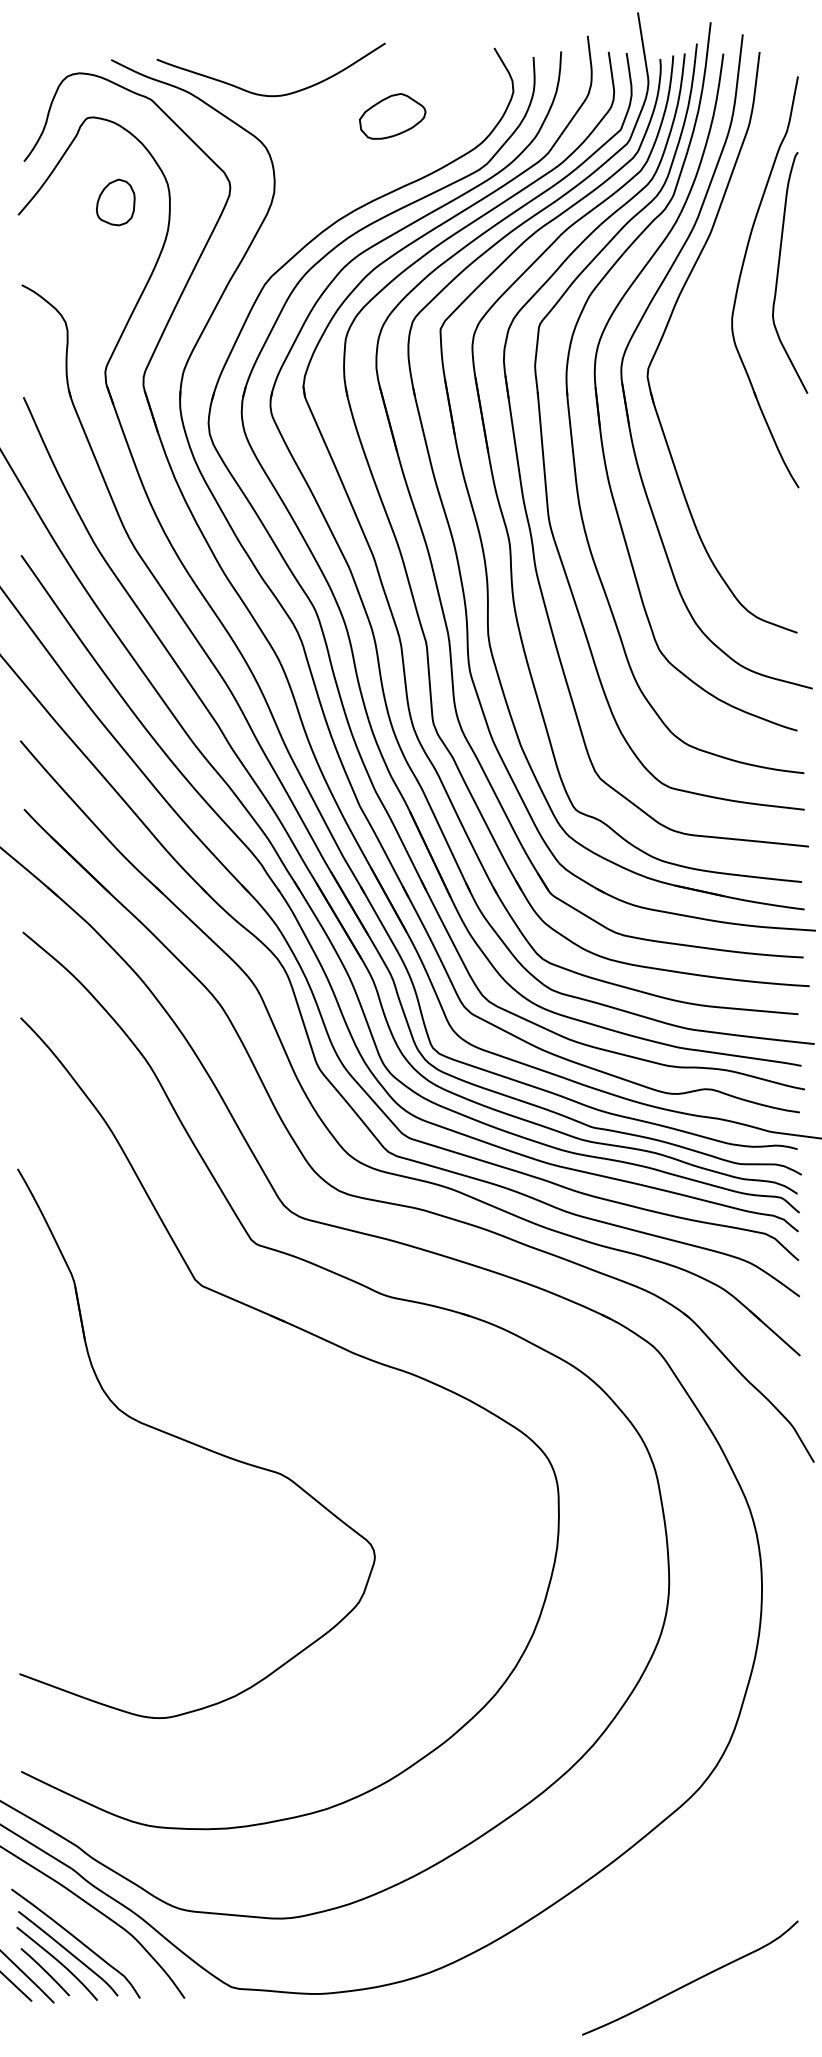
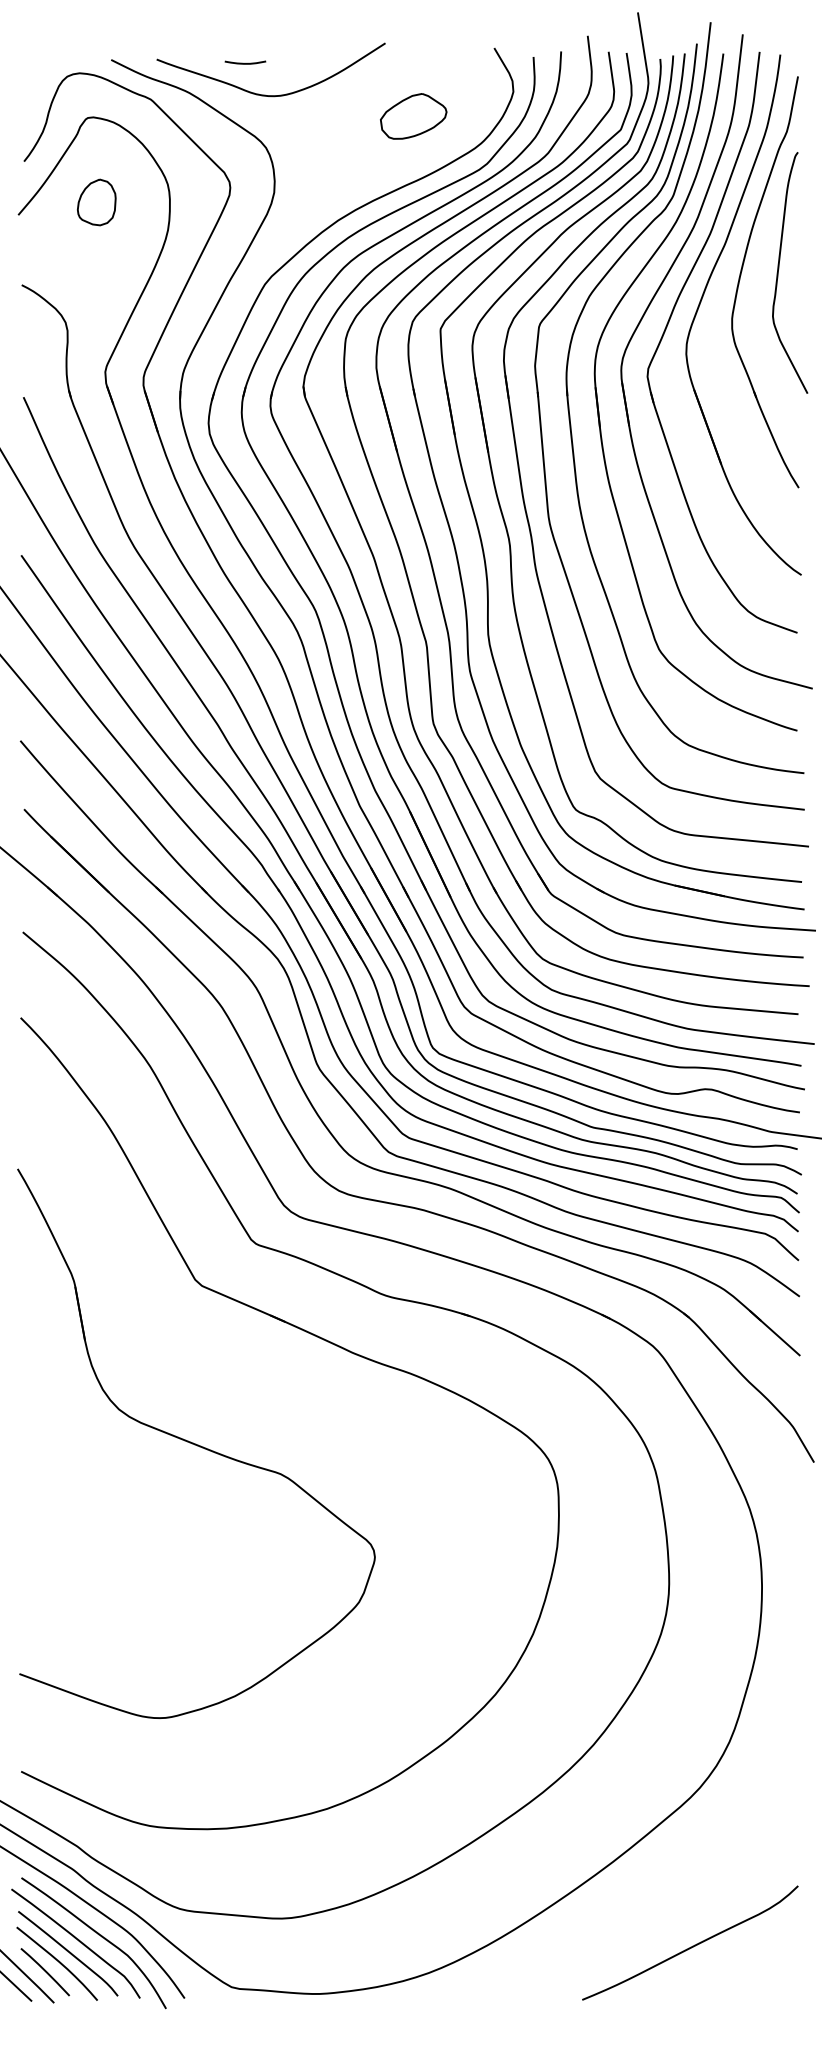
curve at (245, 63): none -> present
part at (392, 116) position: (392, 116) -> (413, 116)
part at (115, 202) position: (115, 202) -> (96, 202)
part at (703, 297): none -> present
curve at (98, 1935): none -> present
curve at (692, 1980) position: (692, 1980) -> (692, 1945)
